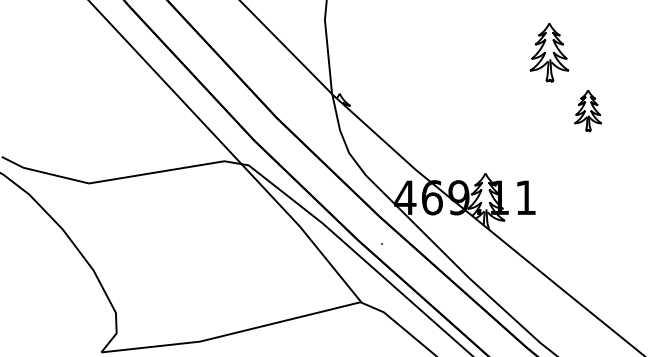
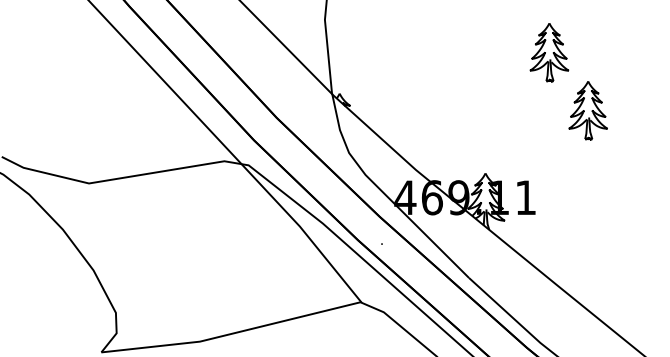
part at (587, 111) size: 28x43 px -> 40x60 px
